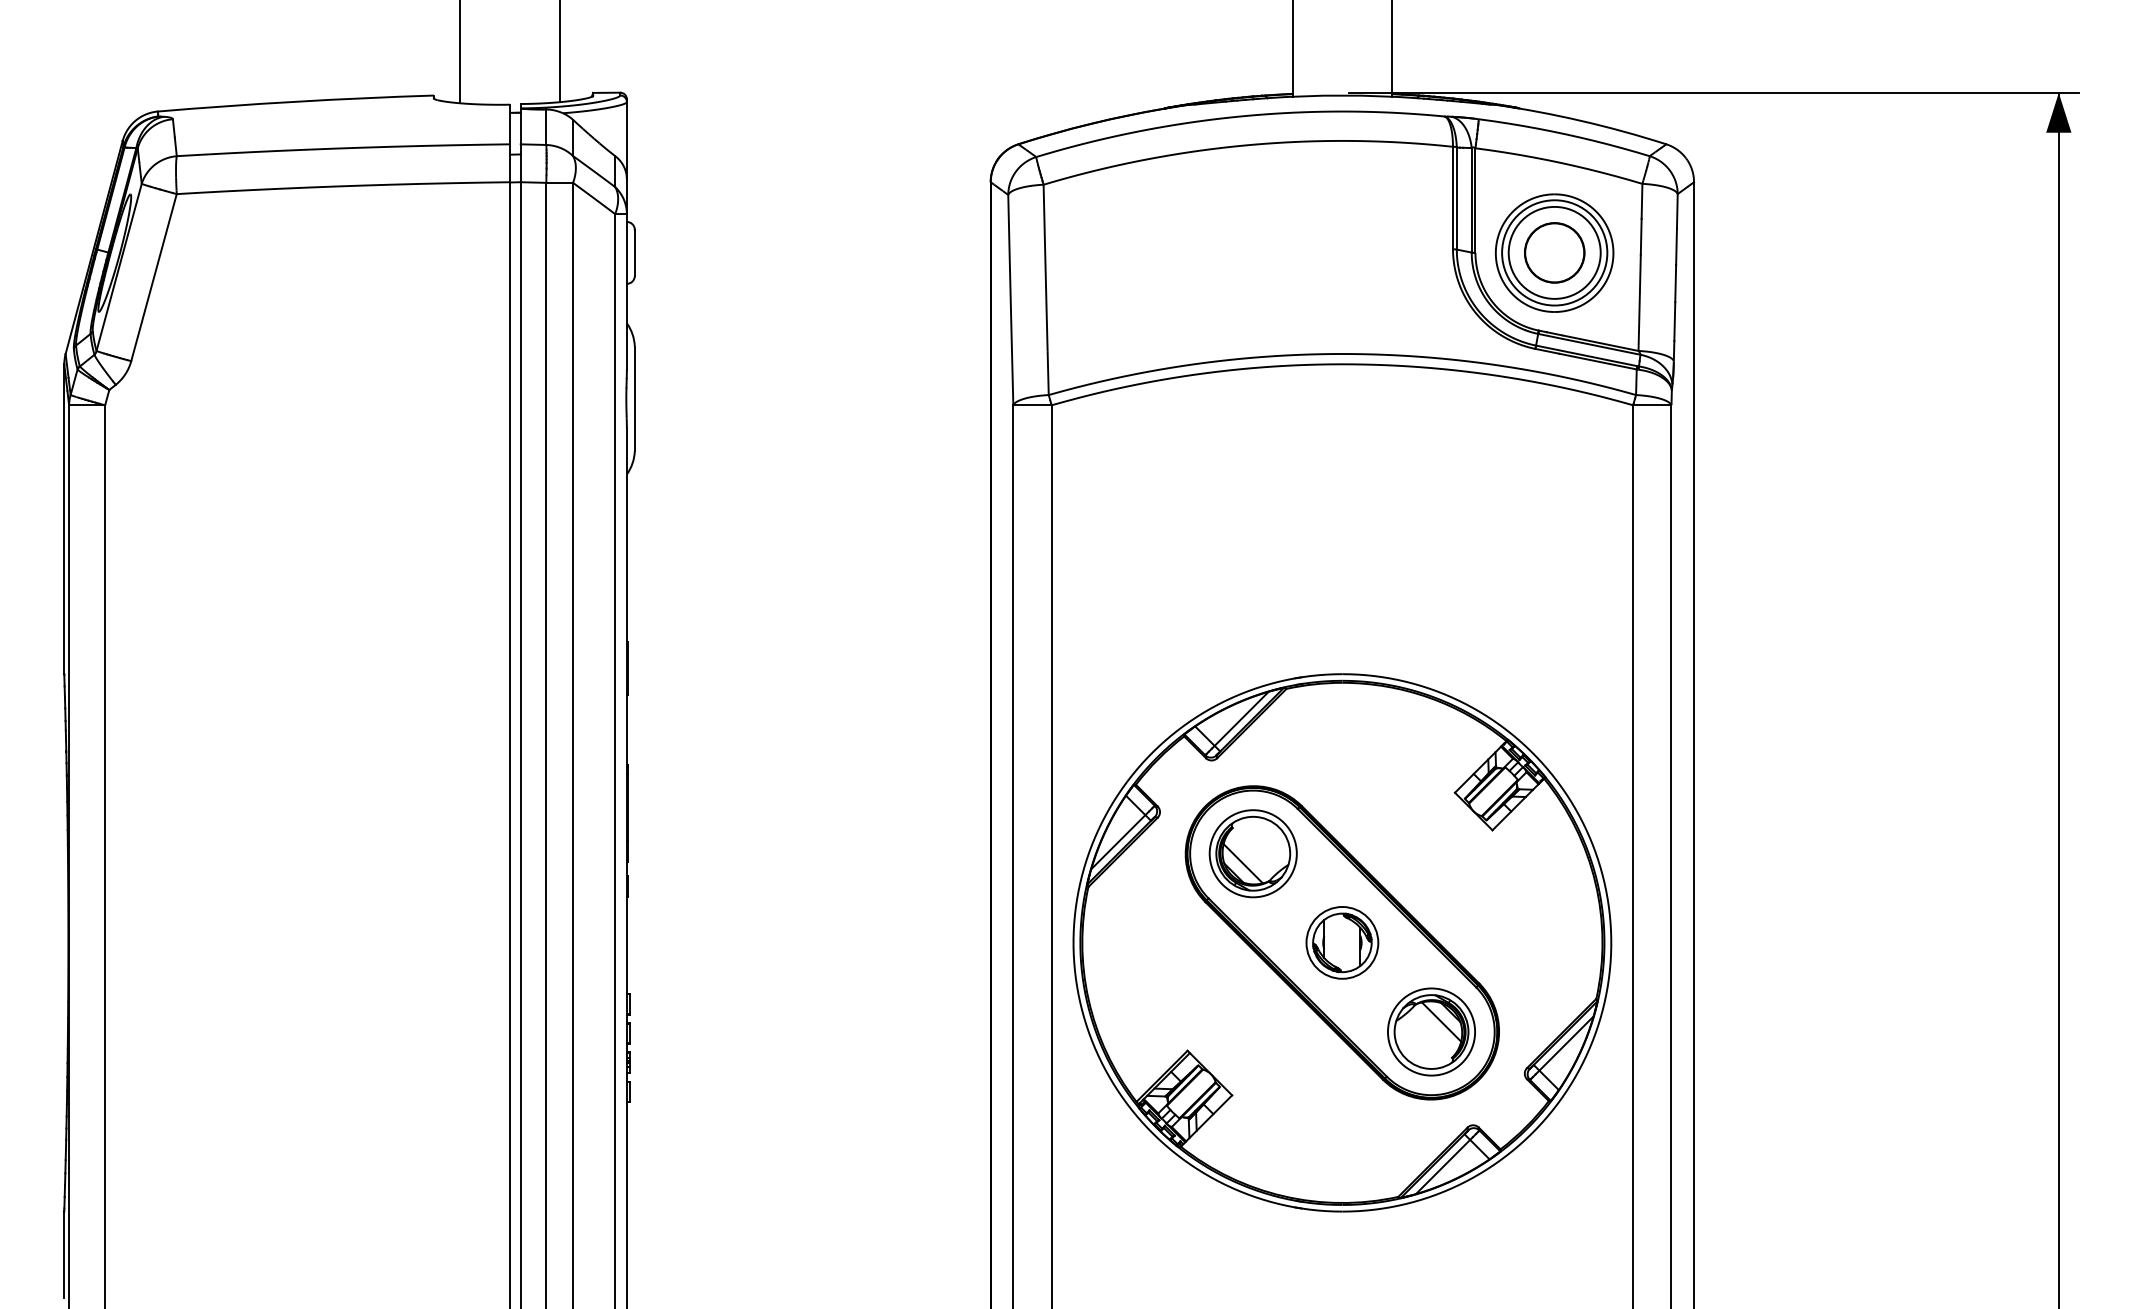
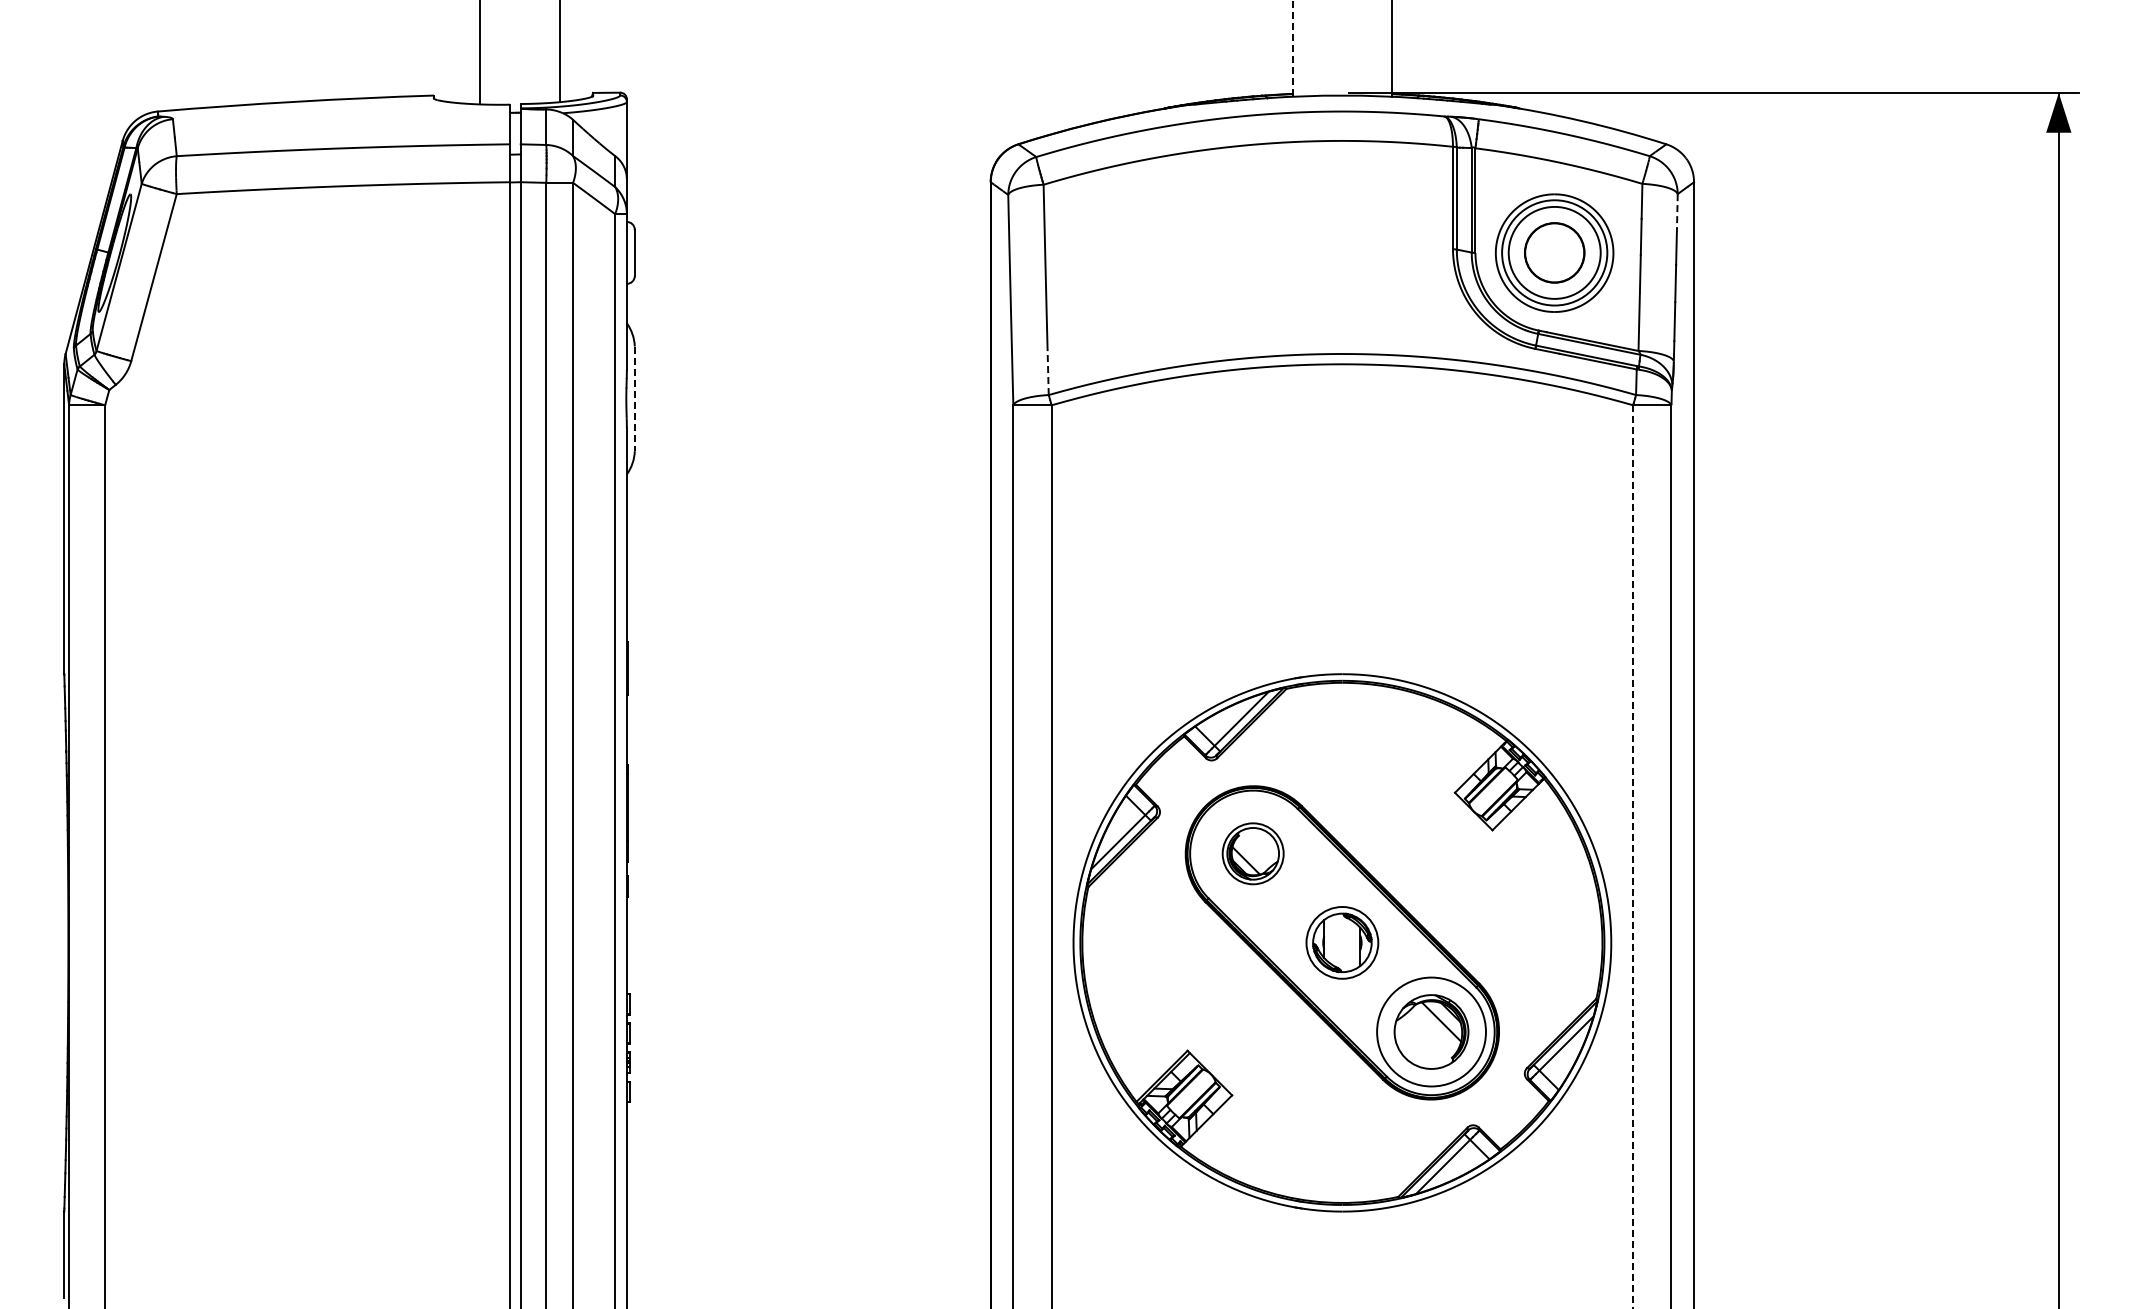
line at (1292, 48): solid -> dashed
line at (460, 52) position: (460, 52) -> (480, 52)
line at (1677, 211): solid -> dashed
line at (1048, 373): solid -> dashed
line at (634, 399): solid -> dashed
part at (1252, 853) size: 90x90 px -> 64x64 px
line at (1633, 857): solid -> dashed
circle at (1431, 1031) diameter: 87 px -> 109 px
